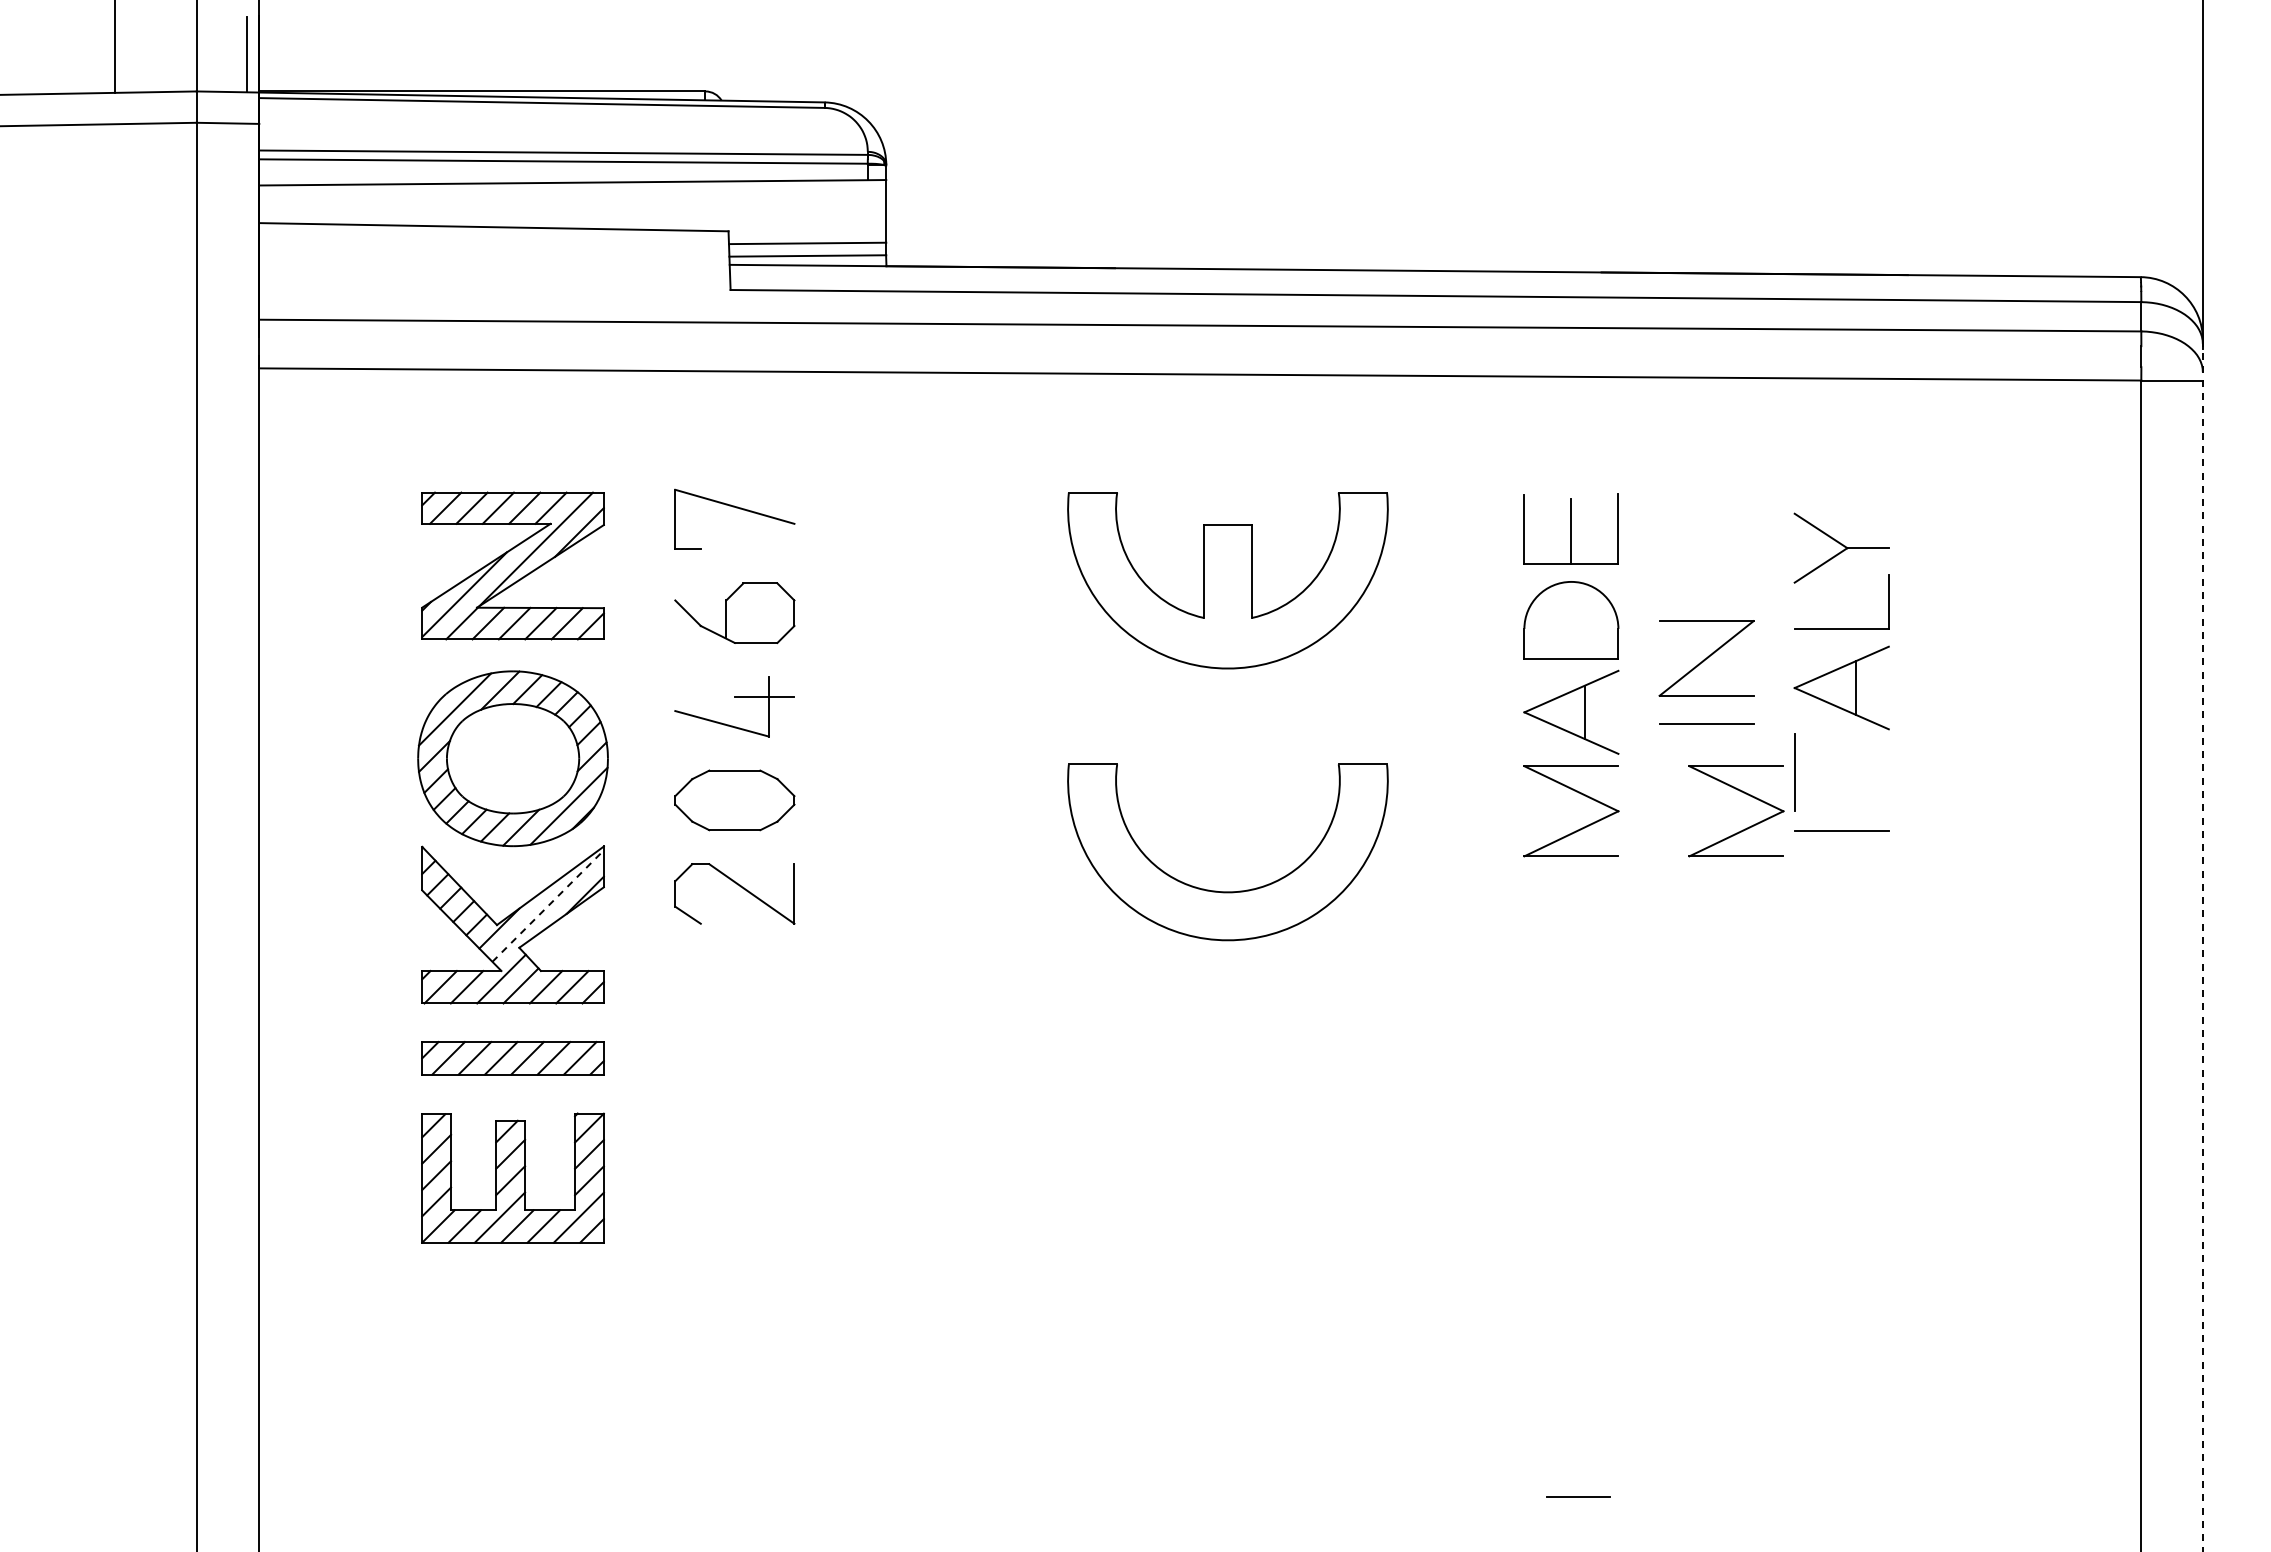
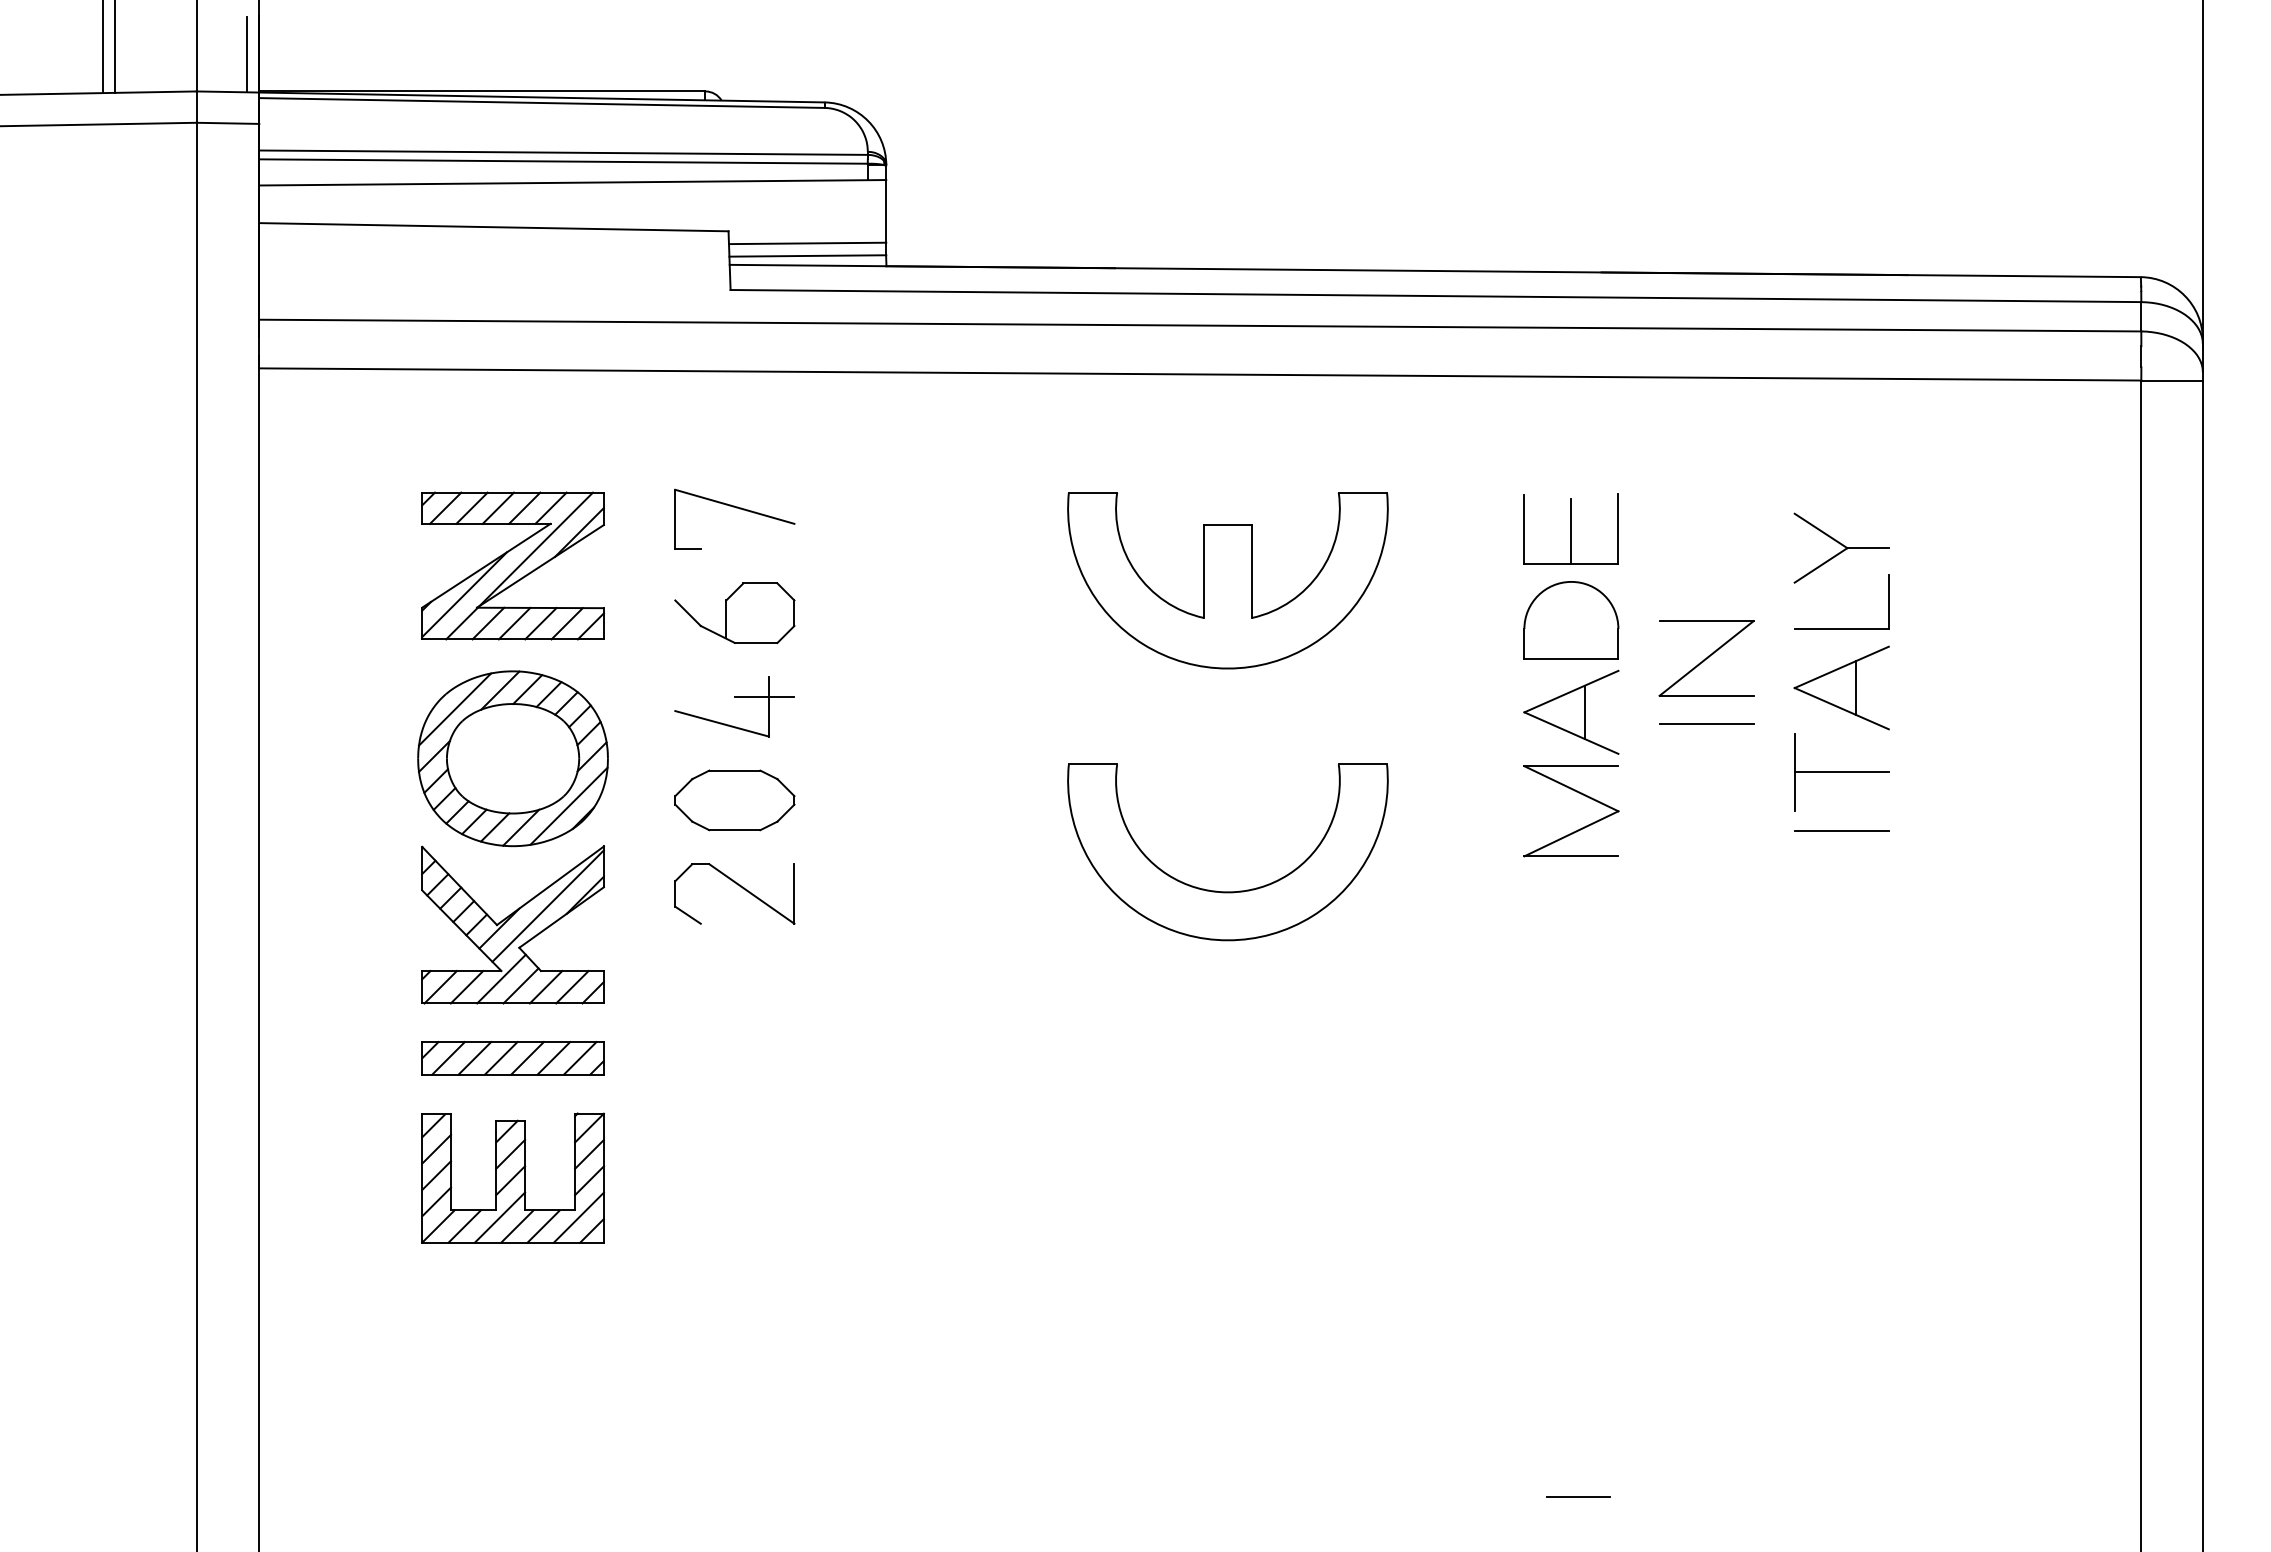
line at (102, 47): none -> present
line at (1841, 772): none -> present
part at (1744, 828): present -> none
line at (548, 906): dashed -> solid
line at (2202, 945): dashed -> solid
